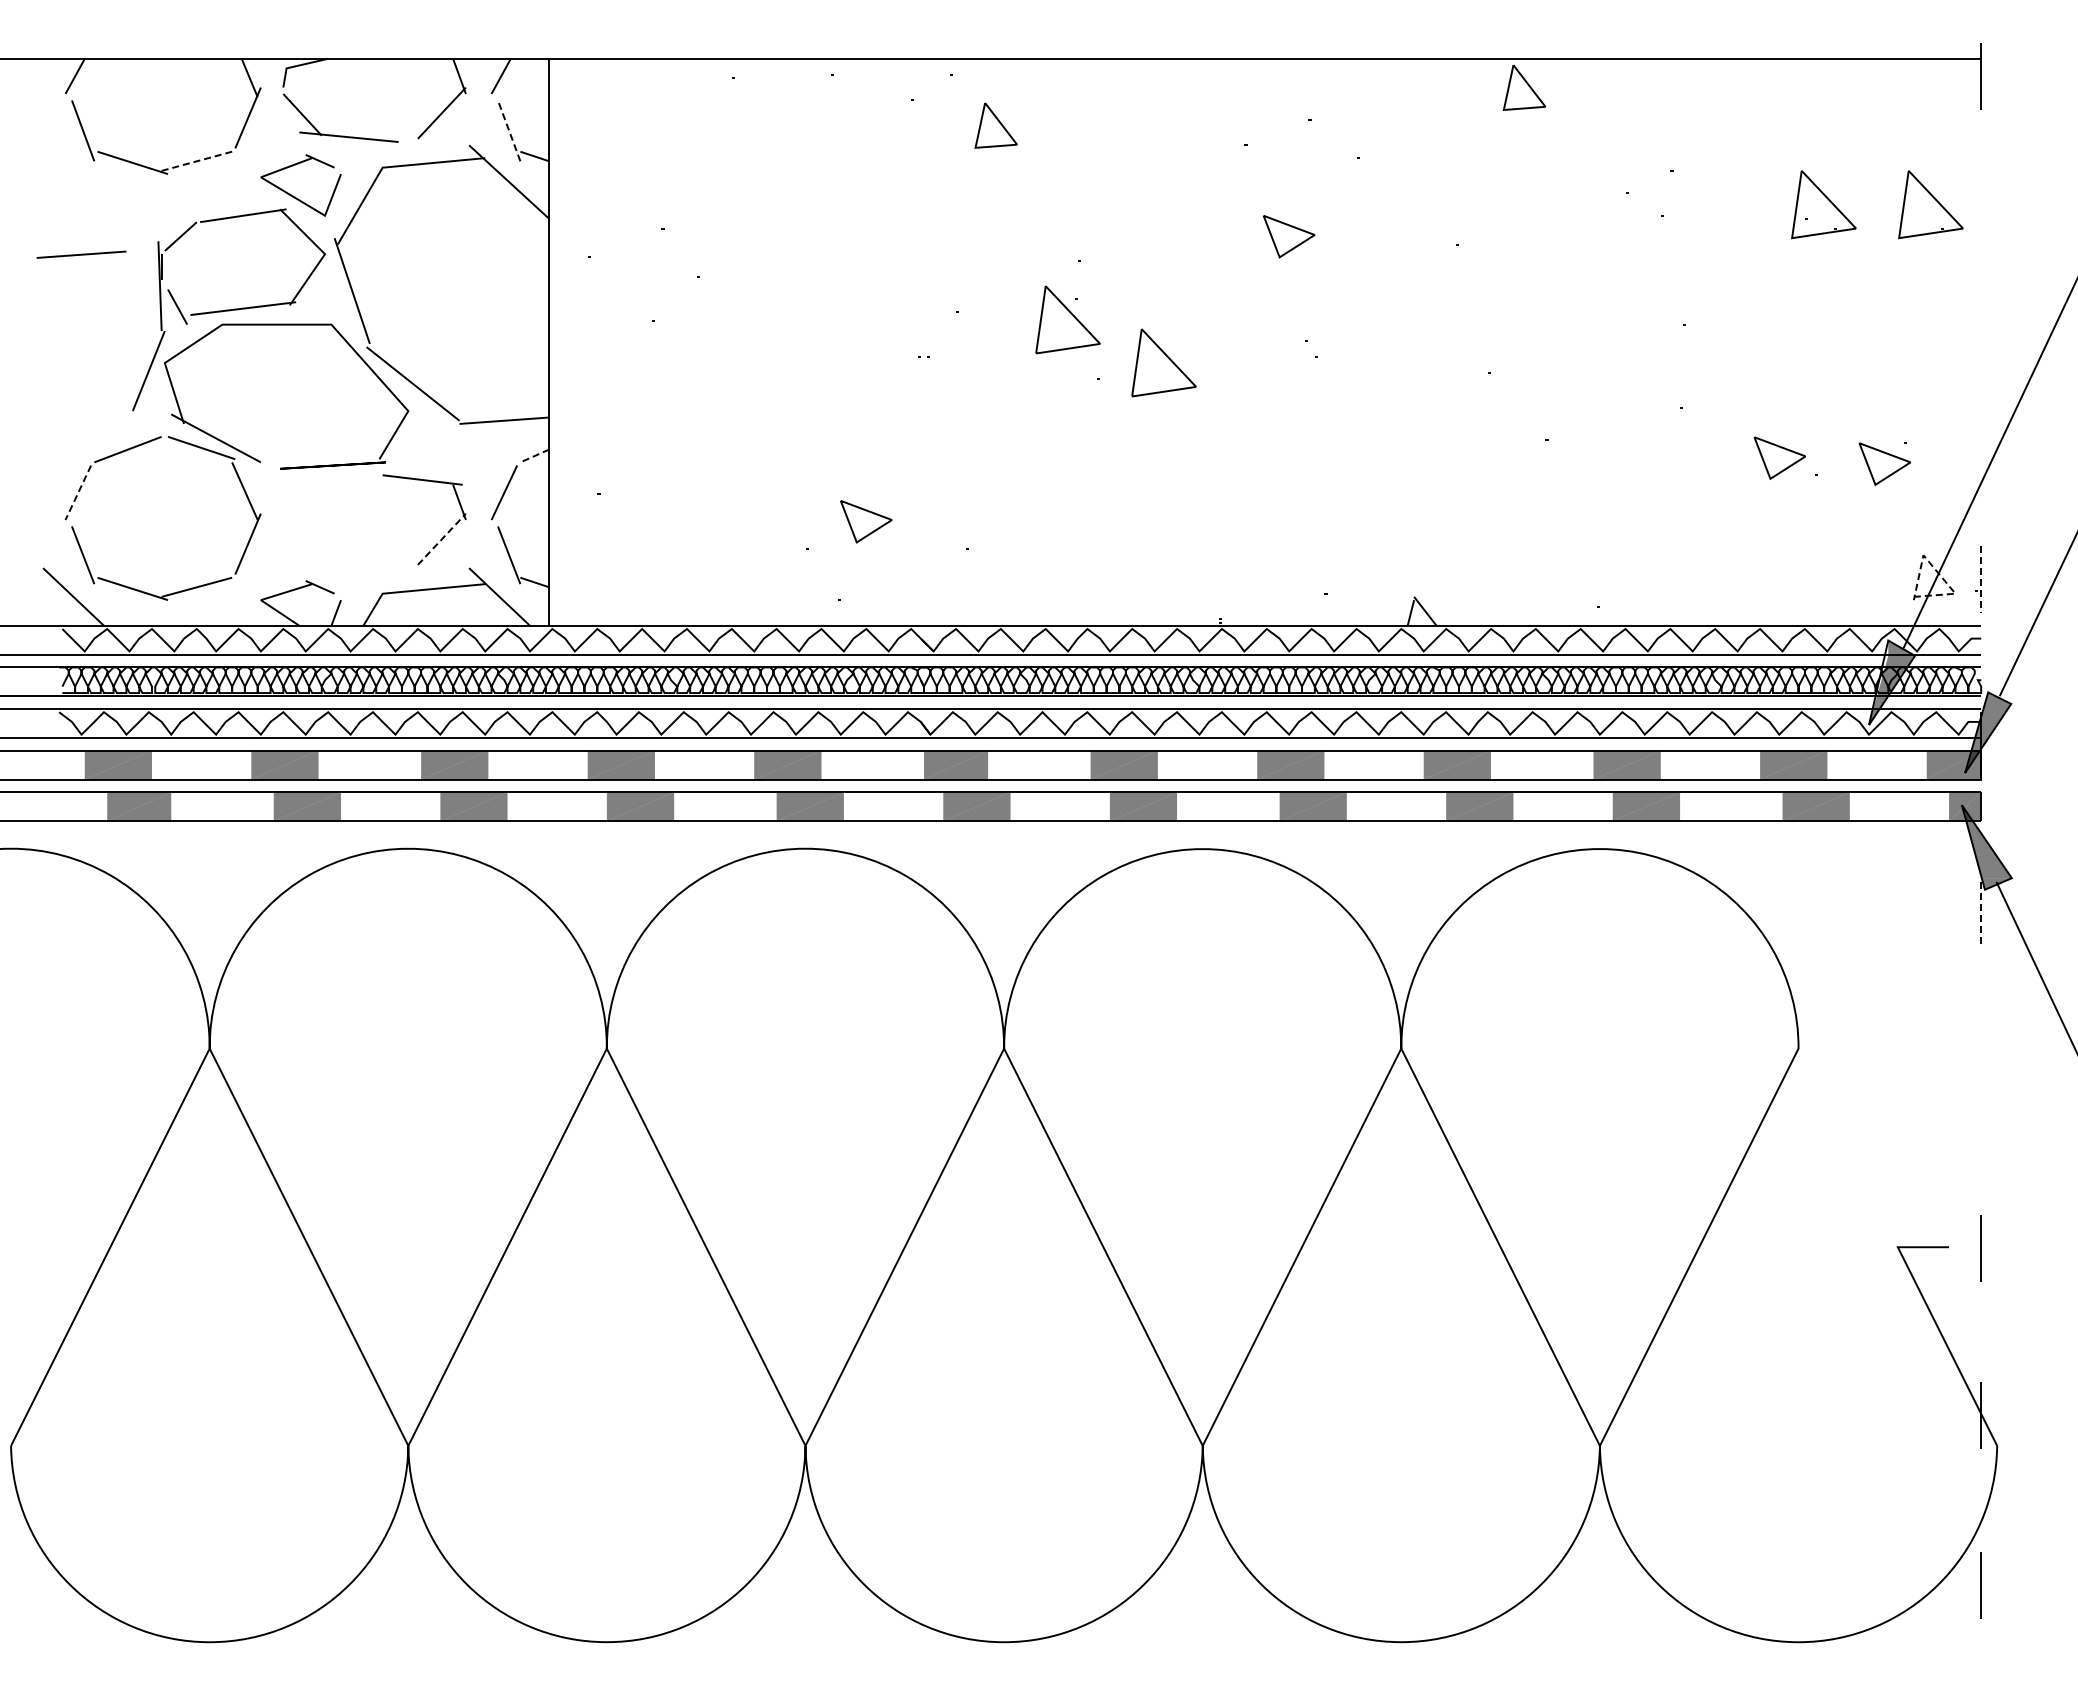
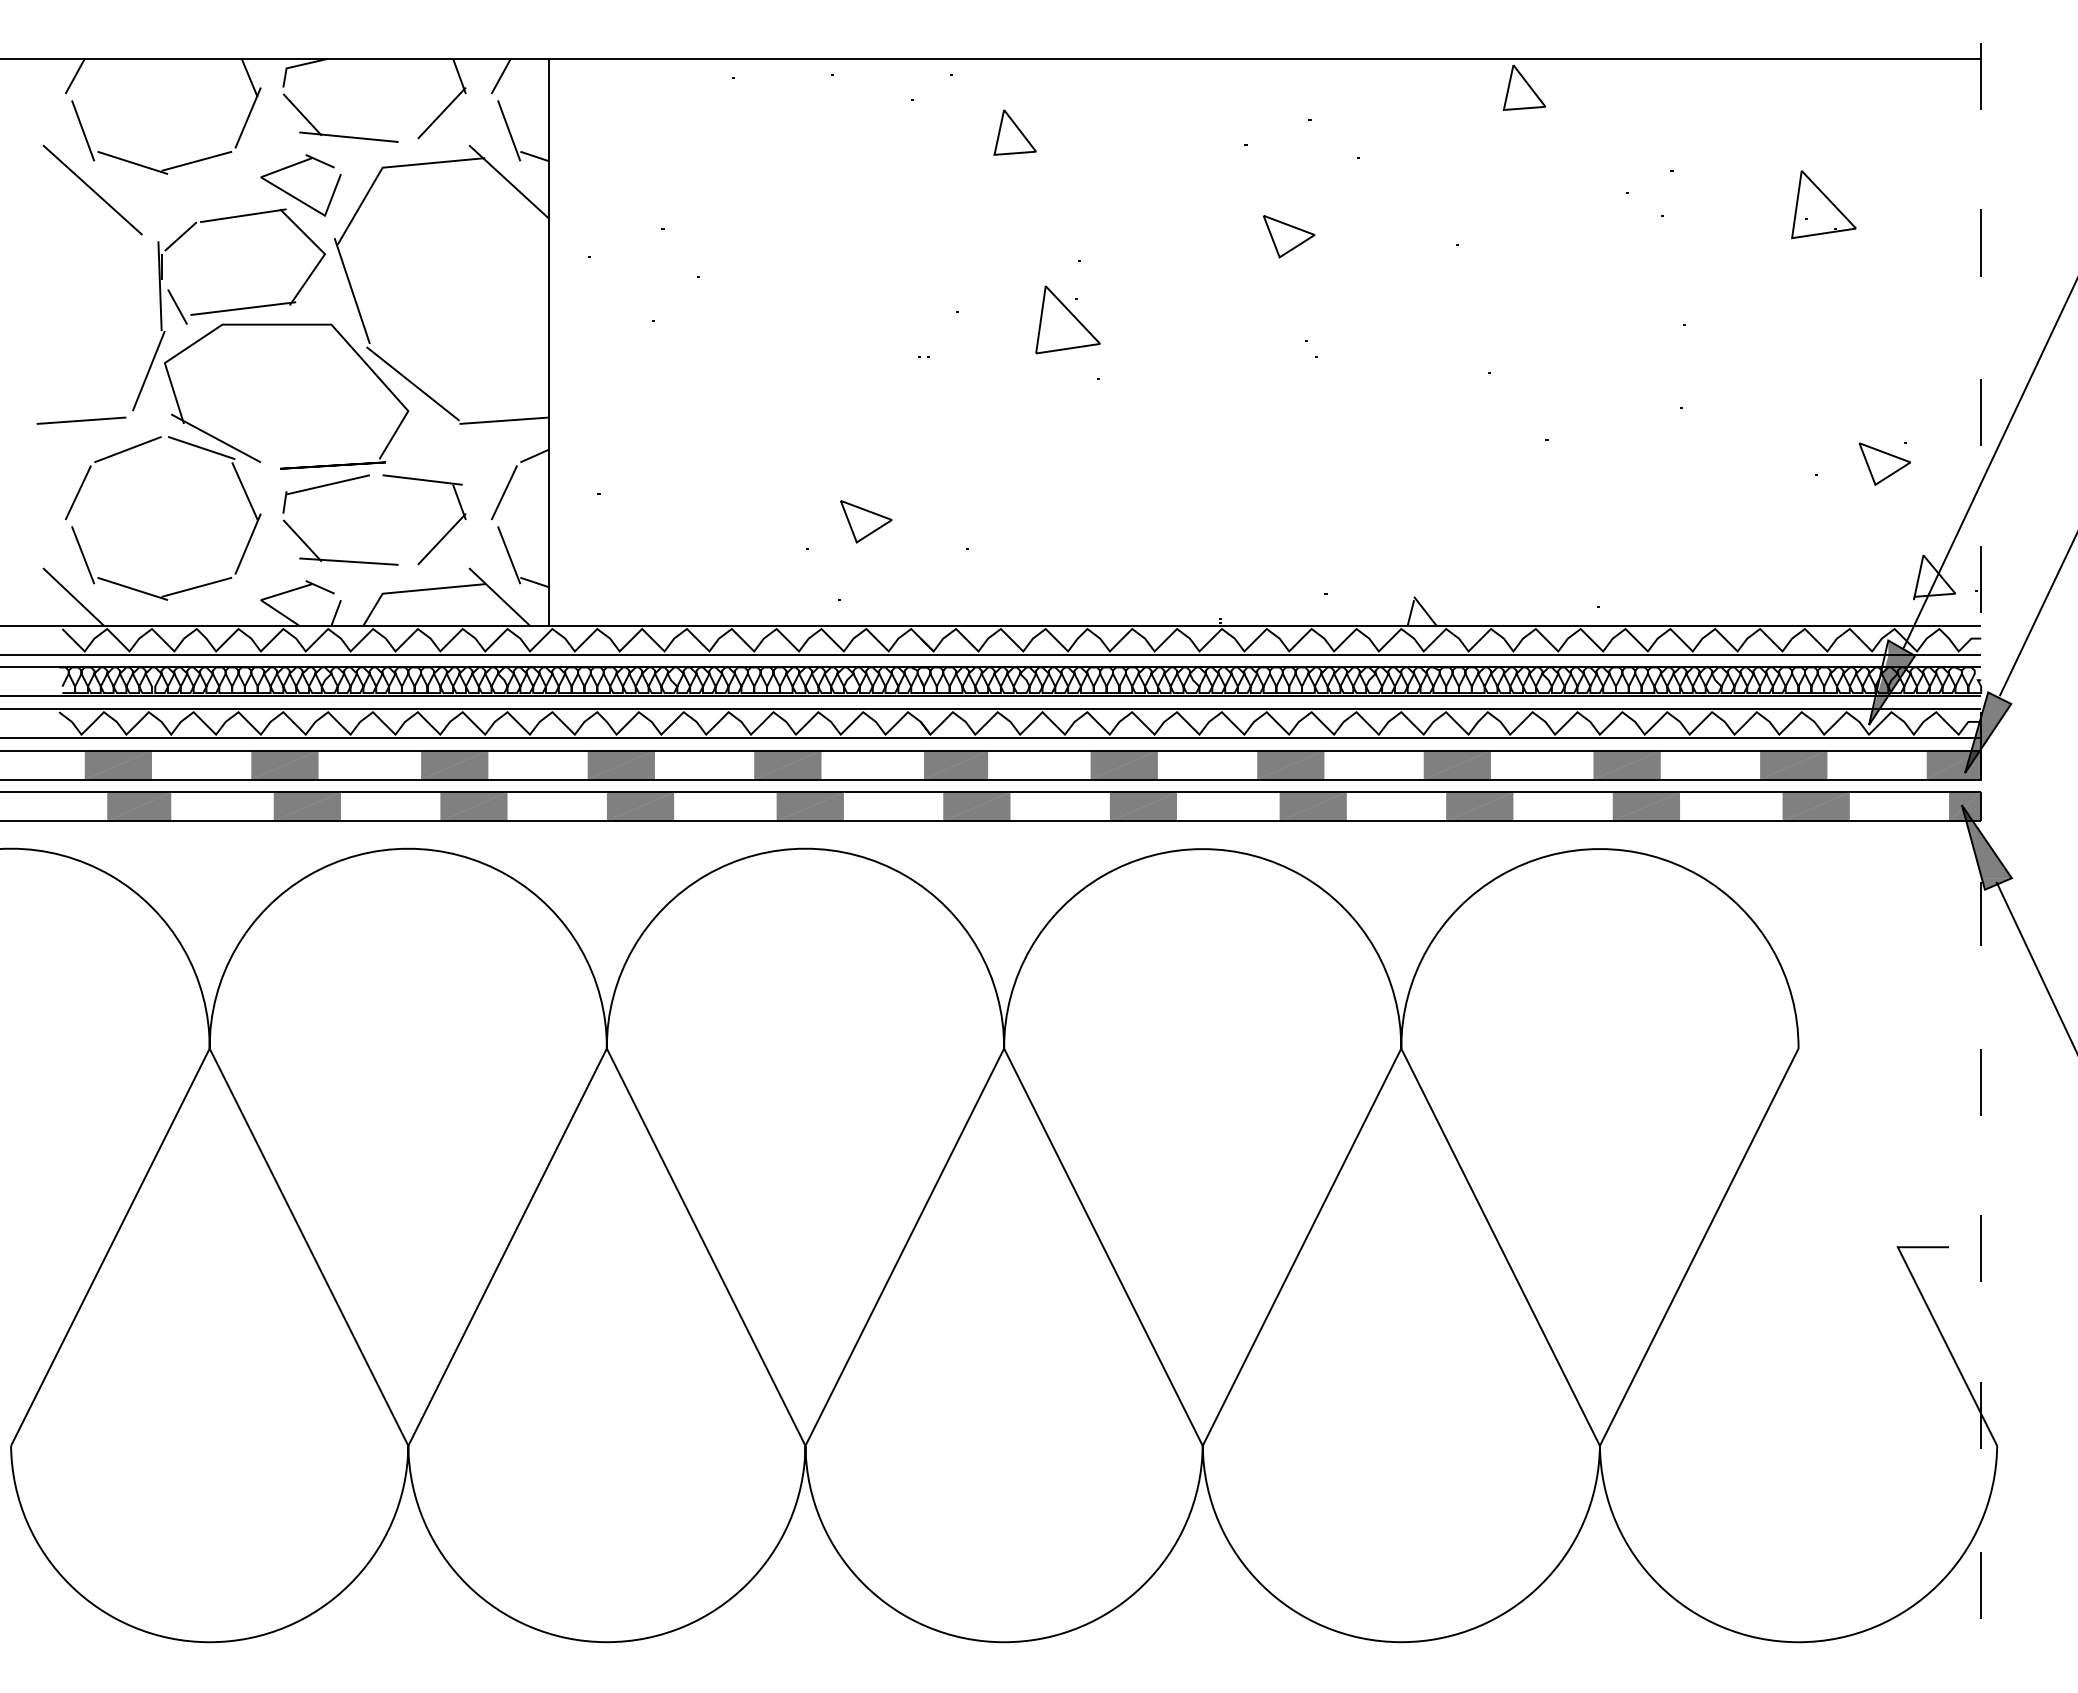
part at (995, 125) position: (995, 125) -> (1014, 132)
line at (509, 130): dashed -> solid
line at (196, 161): dashed -> solid
line at (92, 189): none -> present
part at (1930, 204): present -> none
line at (1980, 242): none -> present
line at (81, 254) position: (81, 254) -> (81, 420)
part at (1163, 362): present -> none
line at (1980, 412): none -> present
line at (534, 455): dashed -> solid
part at (1779, 457): present -> none
part at (335, 484): none -> present
line at (78, 493): dashed -> solid
line at (442, 538): dashed -> solid
line at (1937, 572): dashed -> solid
line at (1981, 579): dashed -> solid
line at (1981, 914): dashed -> solid
line at (1980, 1082): none -> present
